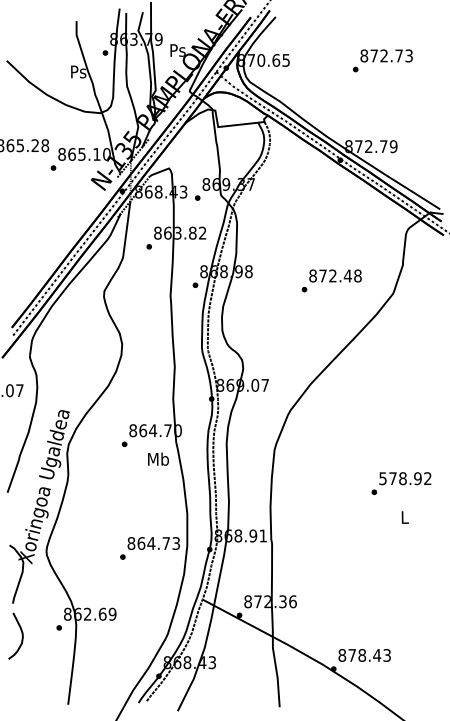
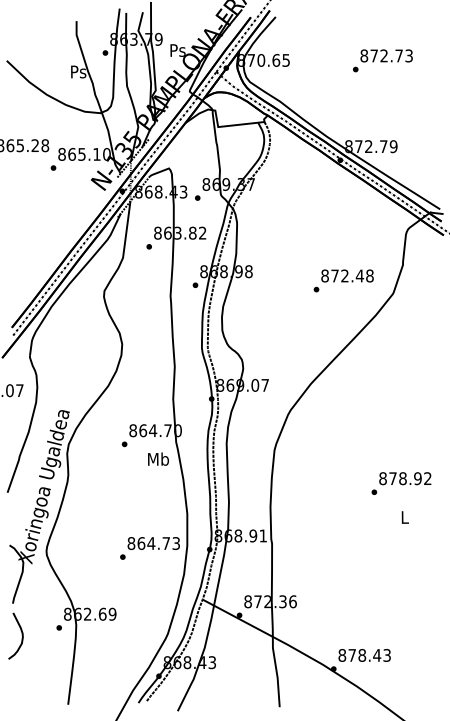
text at (331, 280) position: (331, 280) -> (343, 280)
text at (382, 478): 578.92 -> 878.92
